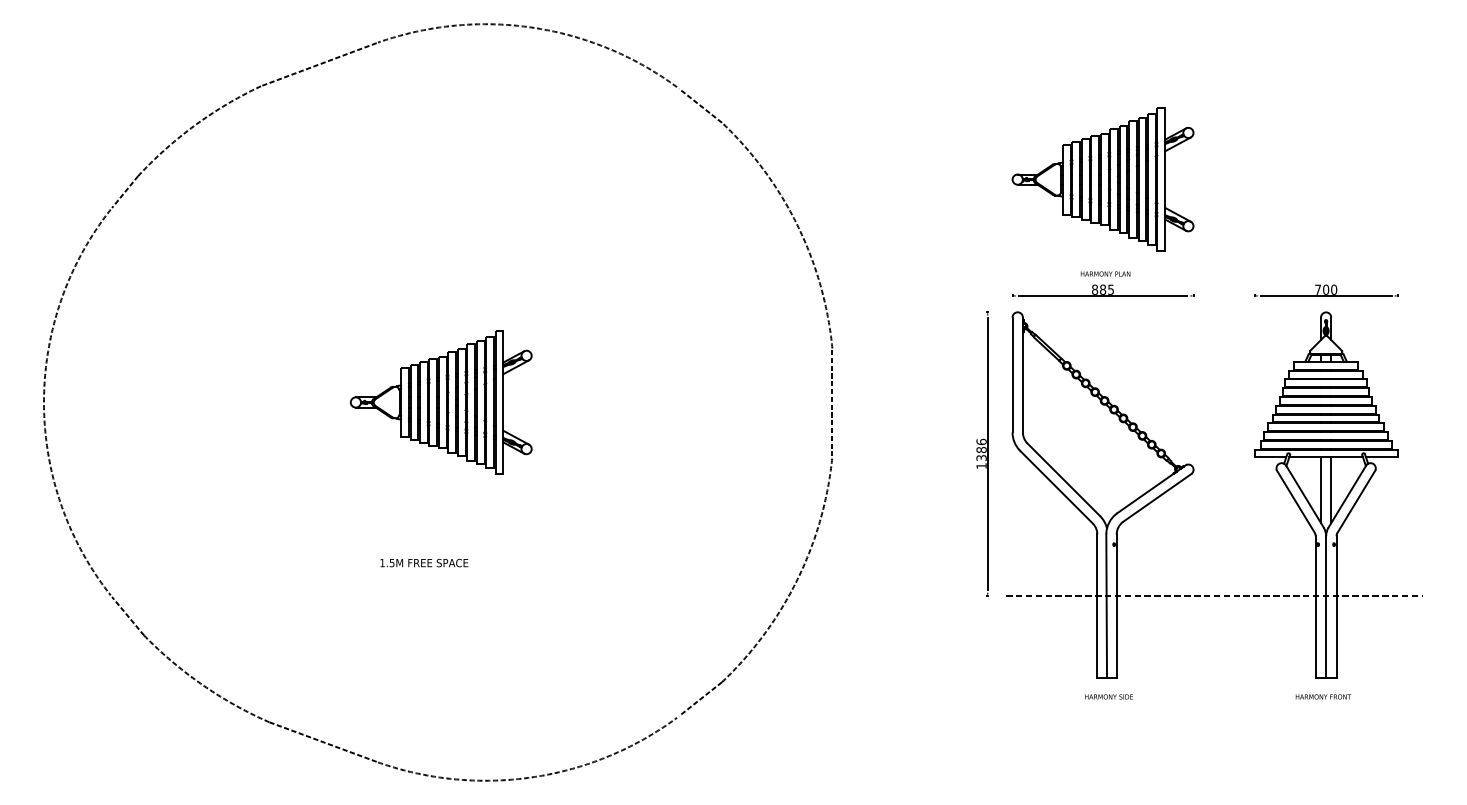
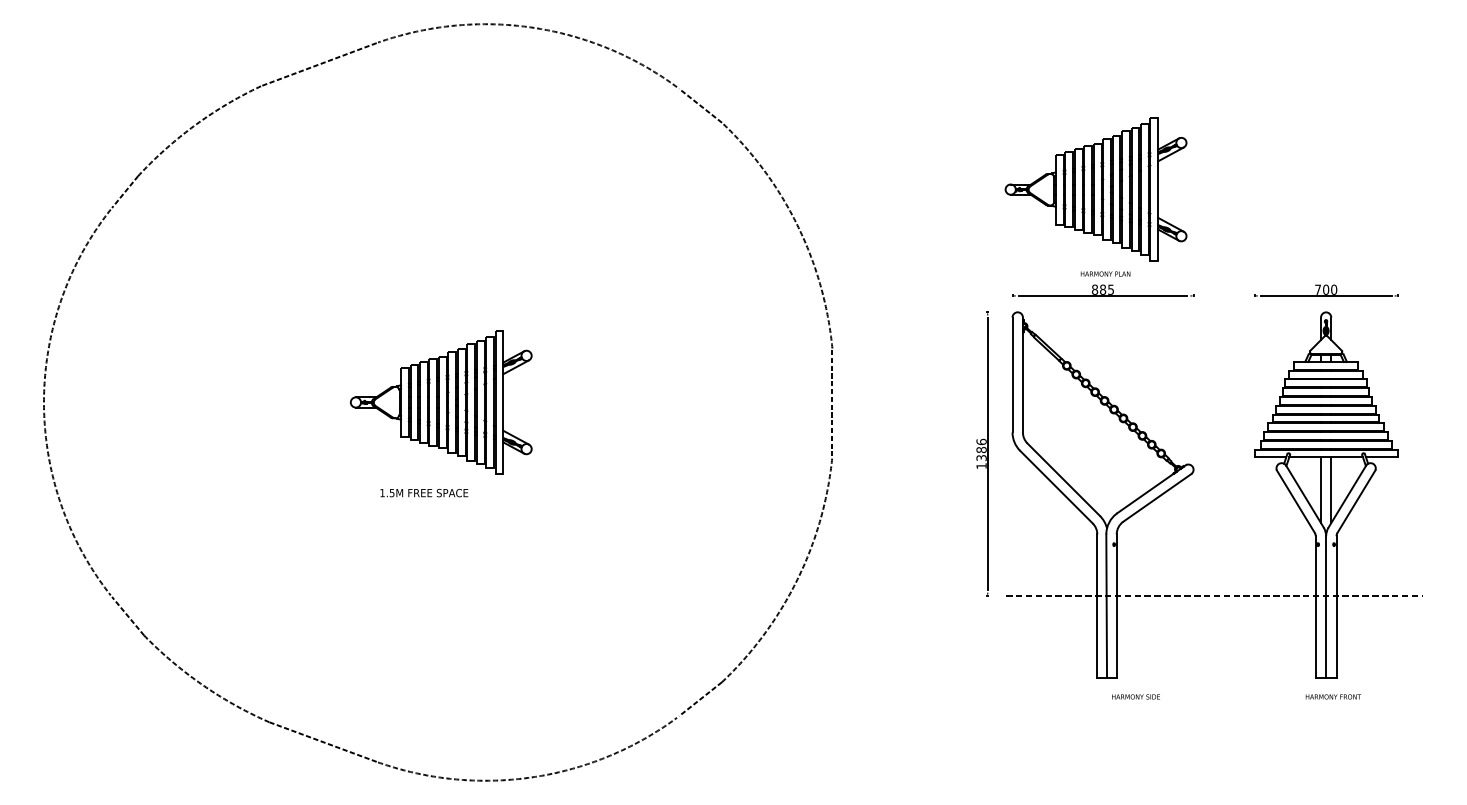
part at (1102, 179) position: (1102, 179) -> (1095, 189)
text at (424, 563) position: (424, 563) -> (424, 493)
text at (1108, 696) position: (1108, 696) -> (1135, 696)
text at (1322, 696) position: (1322, 696) -> (1332, 696)
